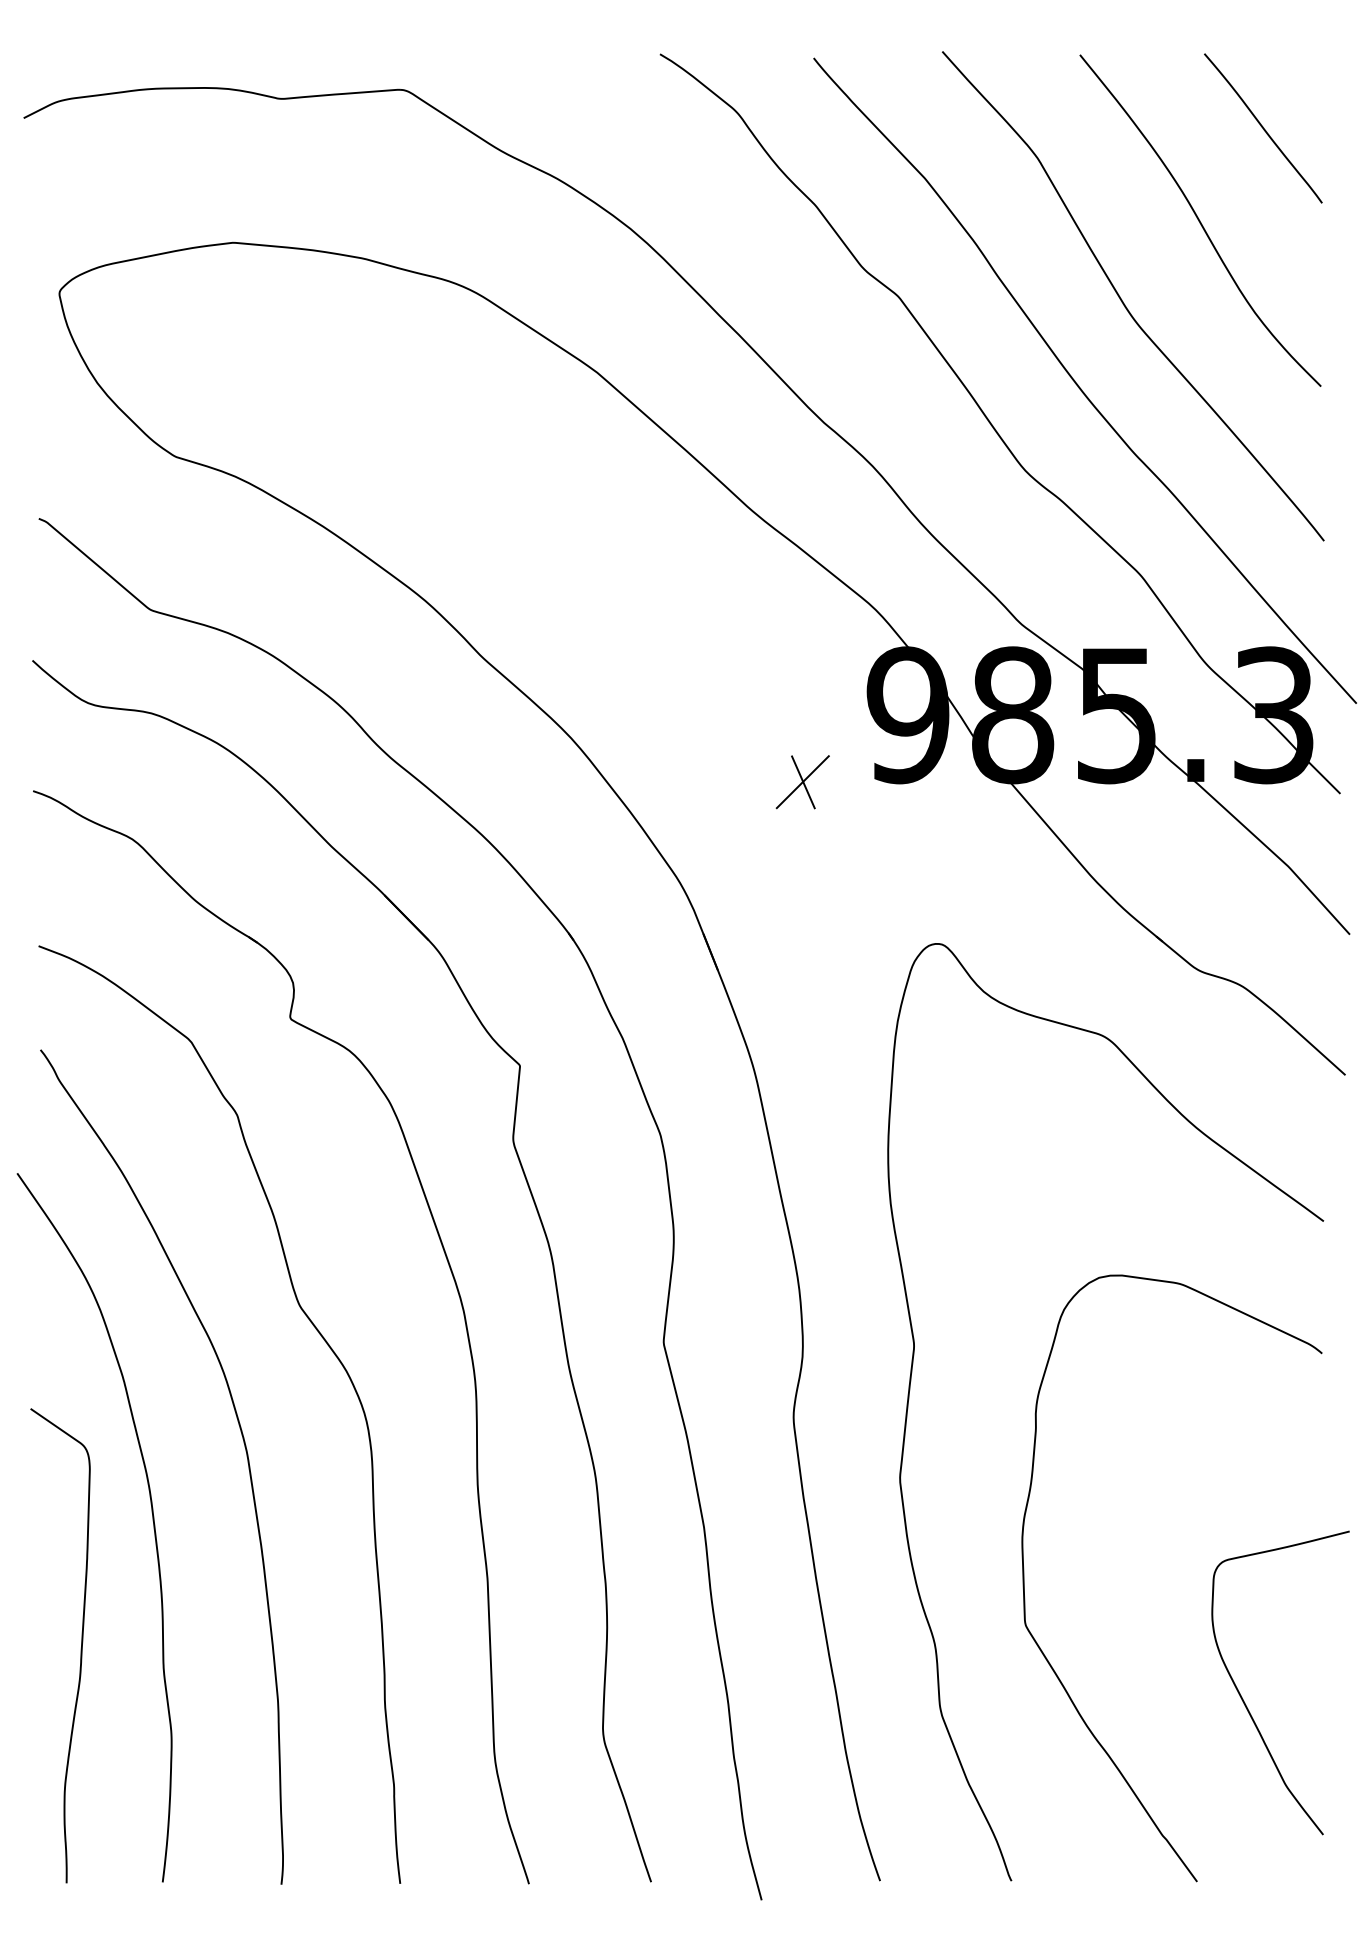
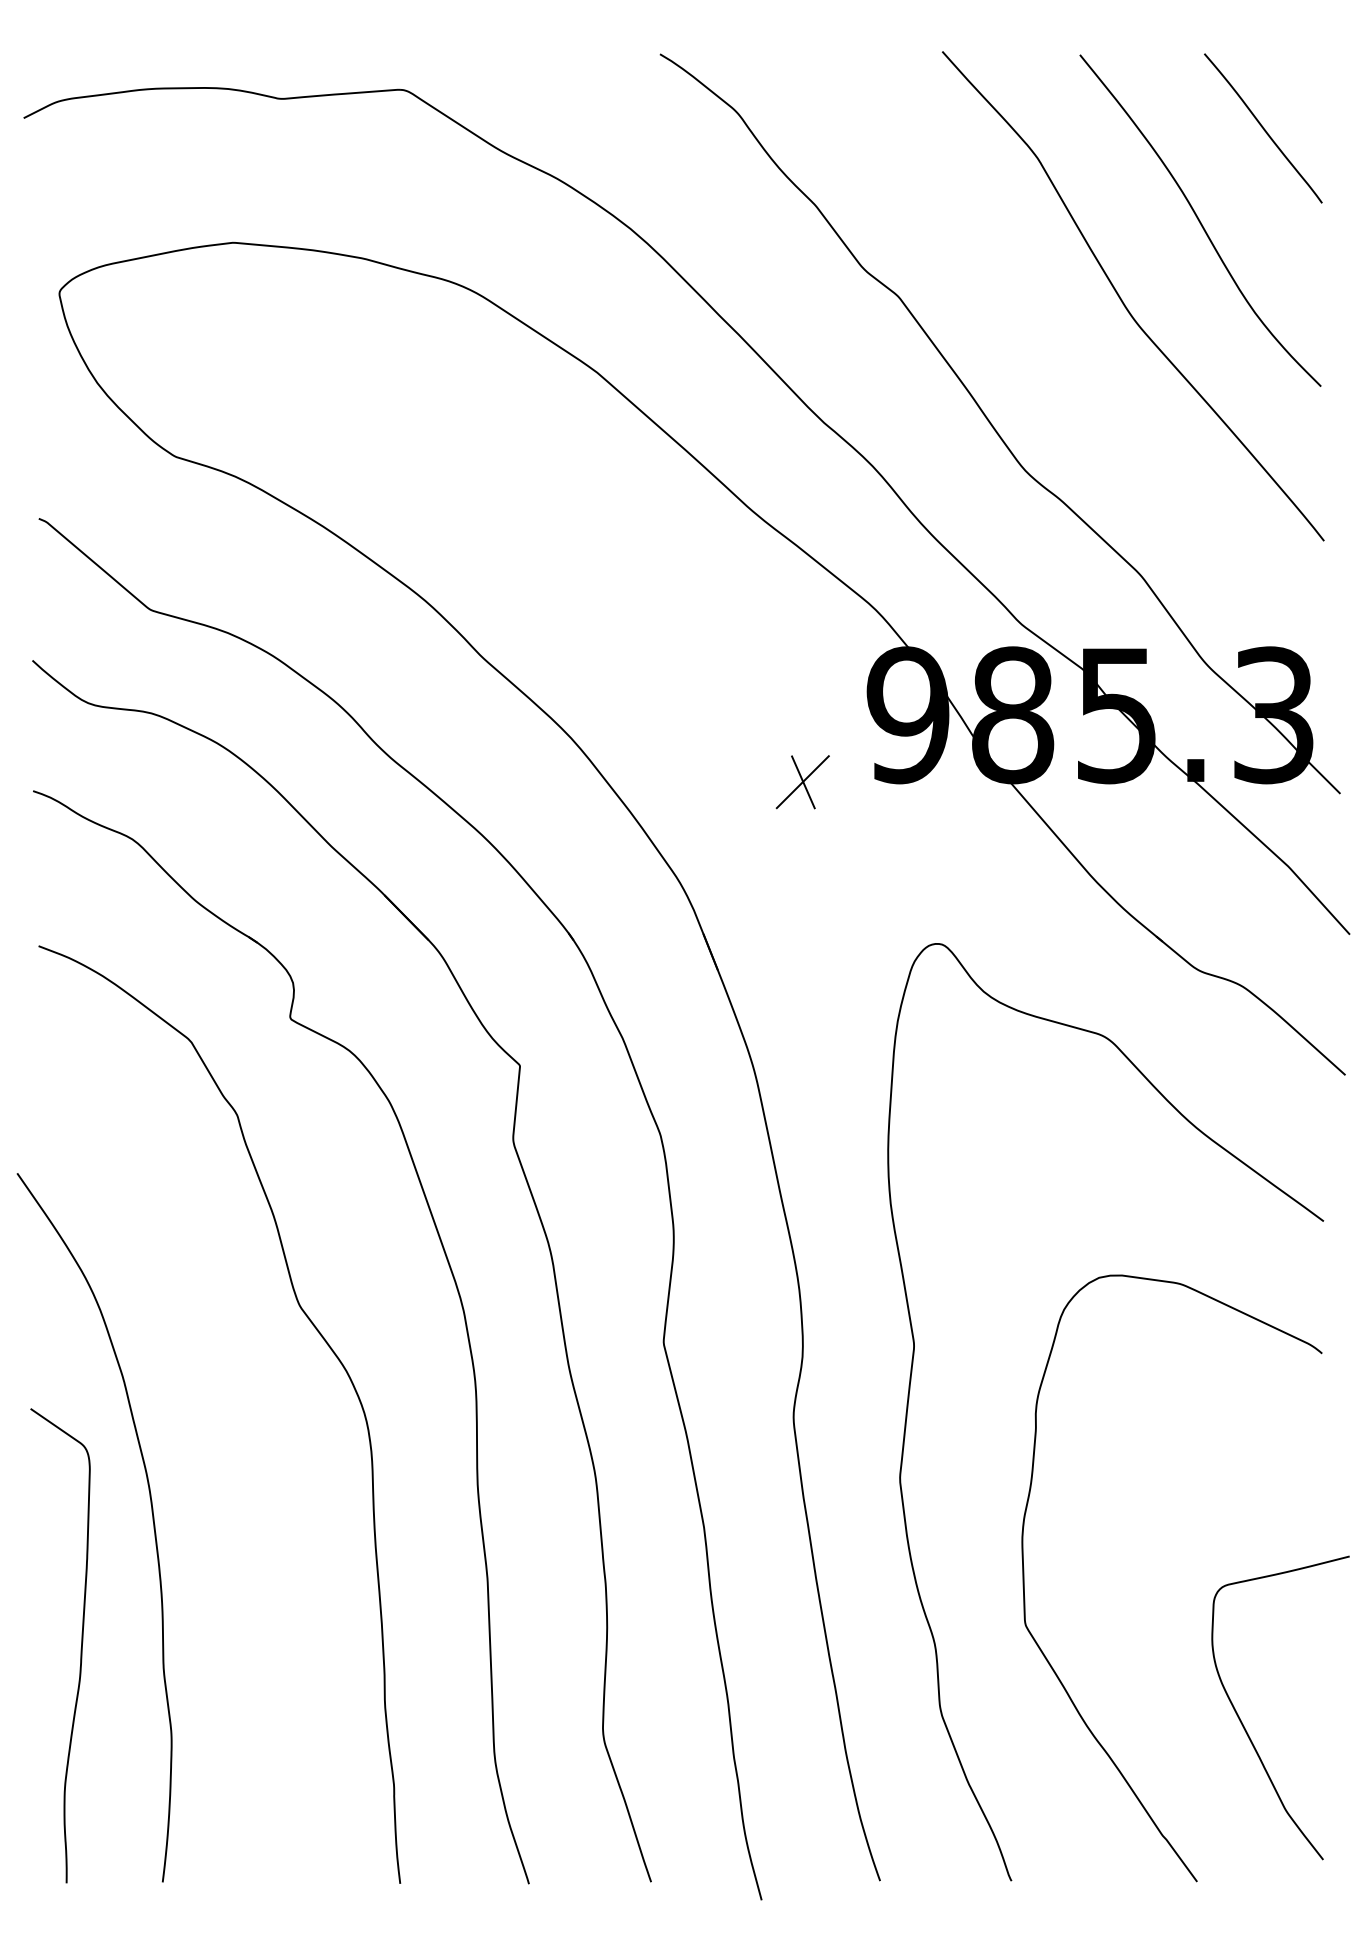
curve at (1078, 384): present -> none
curve at (244, 1447): present -> none
curve at (1246, 1704) position: (1246, 1704) -> (1246, 1729)
